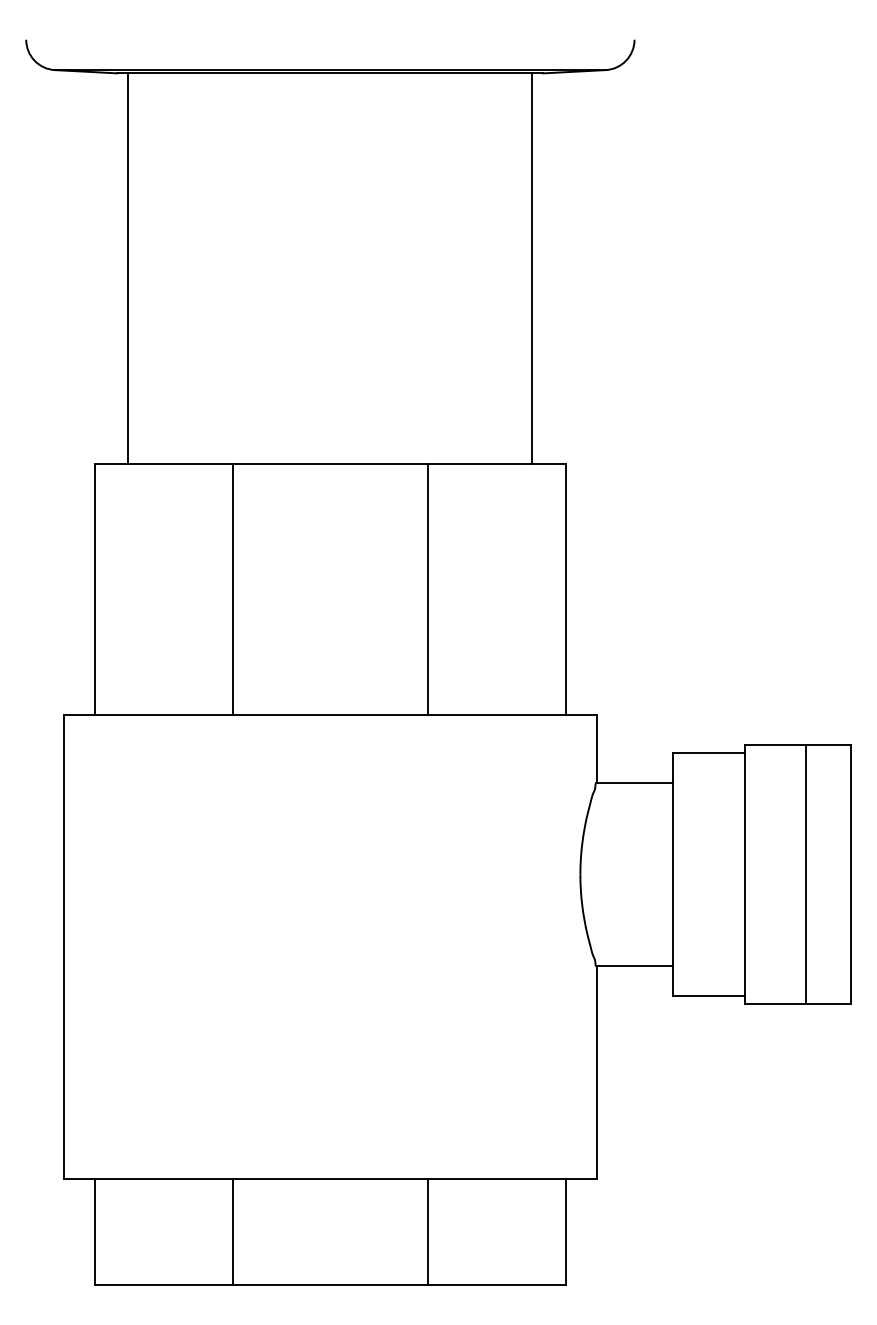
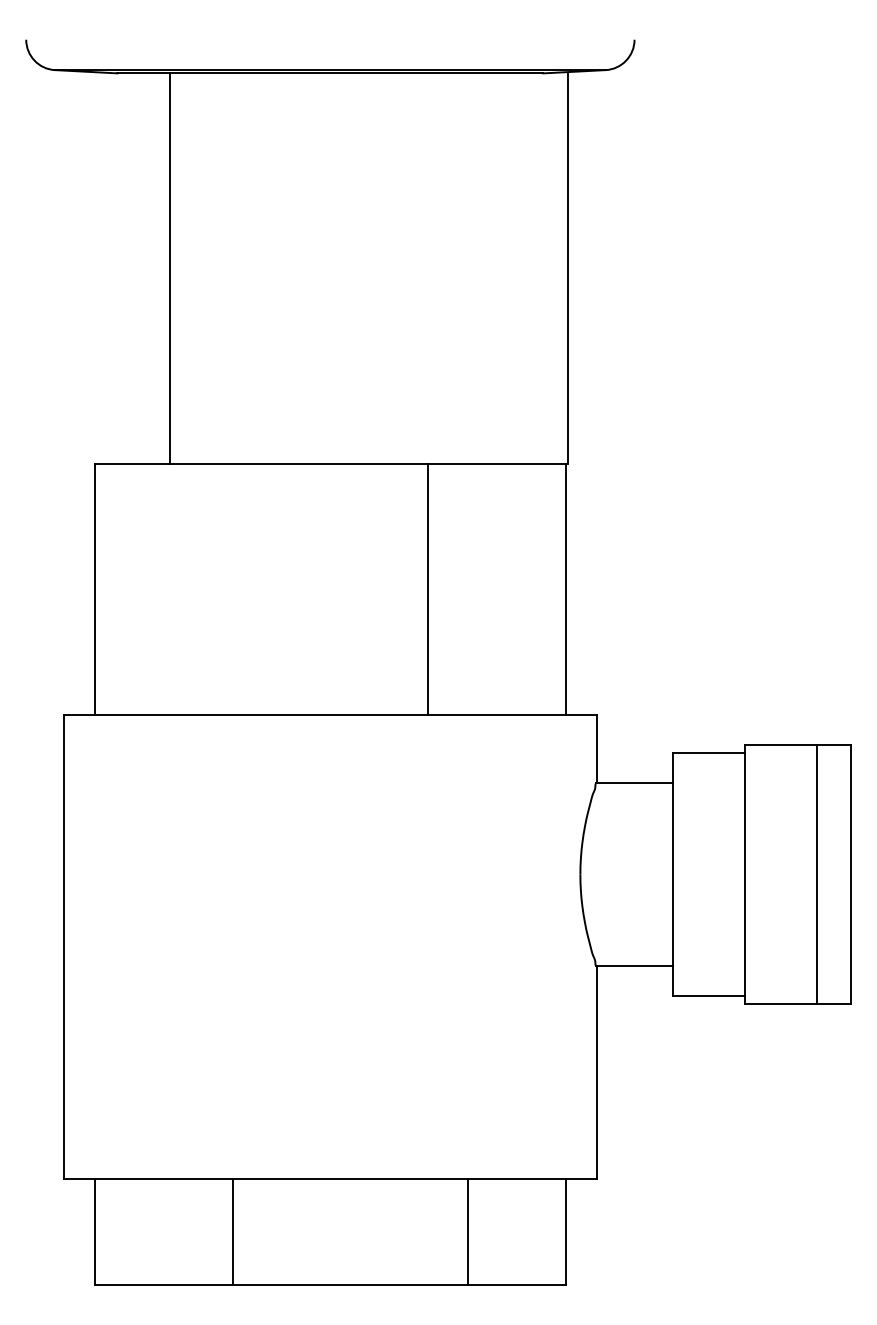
line at (128, 268) position: (128, 268) -> (170, 268)
line at (532, 268) position: (532, 268) -> (568, 268)
line at (232, 589): present -> none
line at (805, 874) position: (805, 874) -> (816, 874)
line at (428, 1231) position: (428, 1231) -> (468, 1231)
